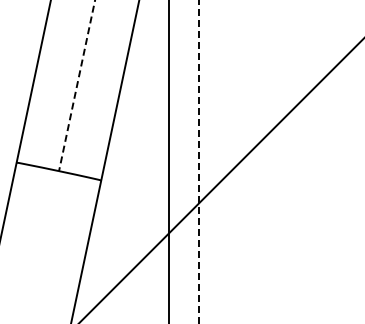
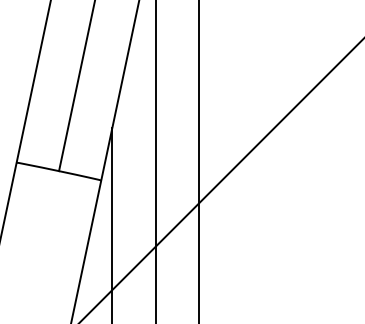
line at (77, 86): dashed -> solid
line at (168, 161) position: (168, 161) -> (155, 161)
line at (198, 161): dashed -> solid
line at (112, 224): none -> present
